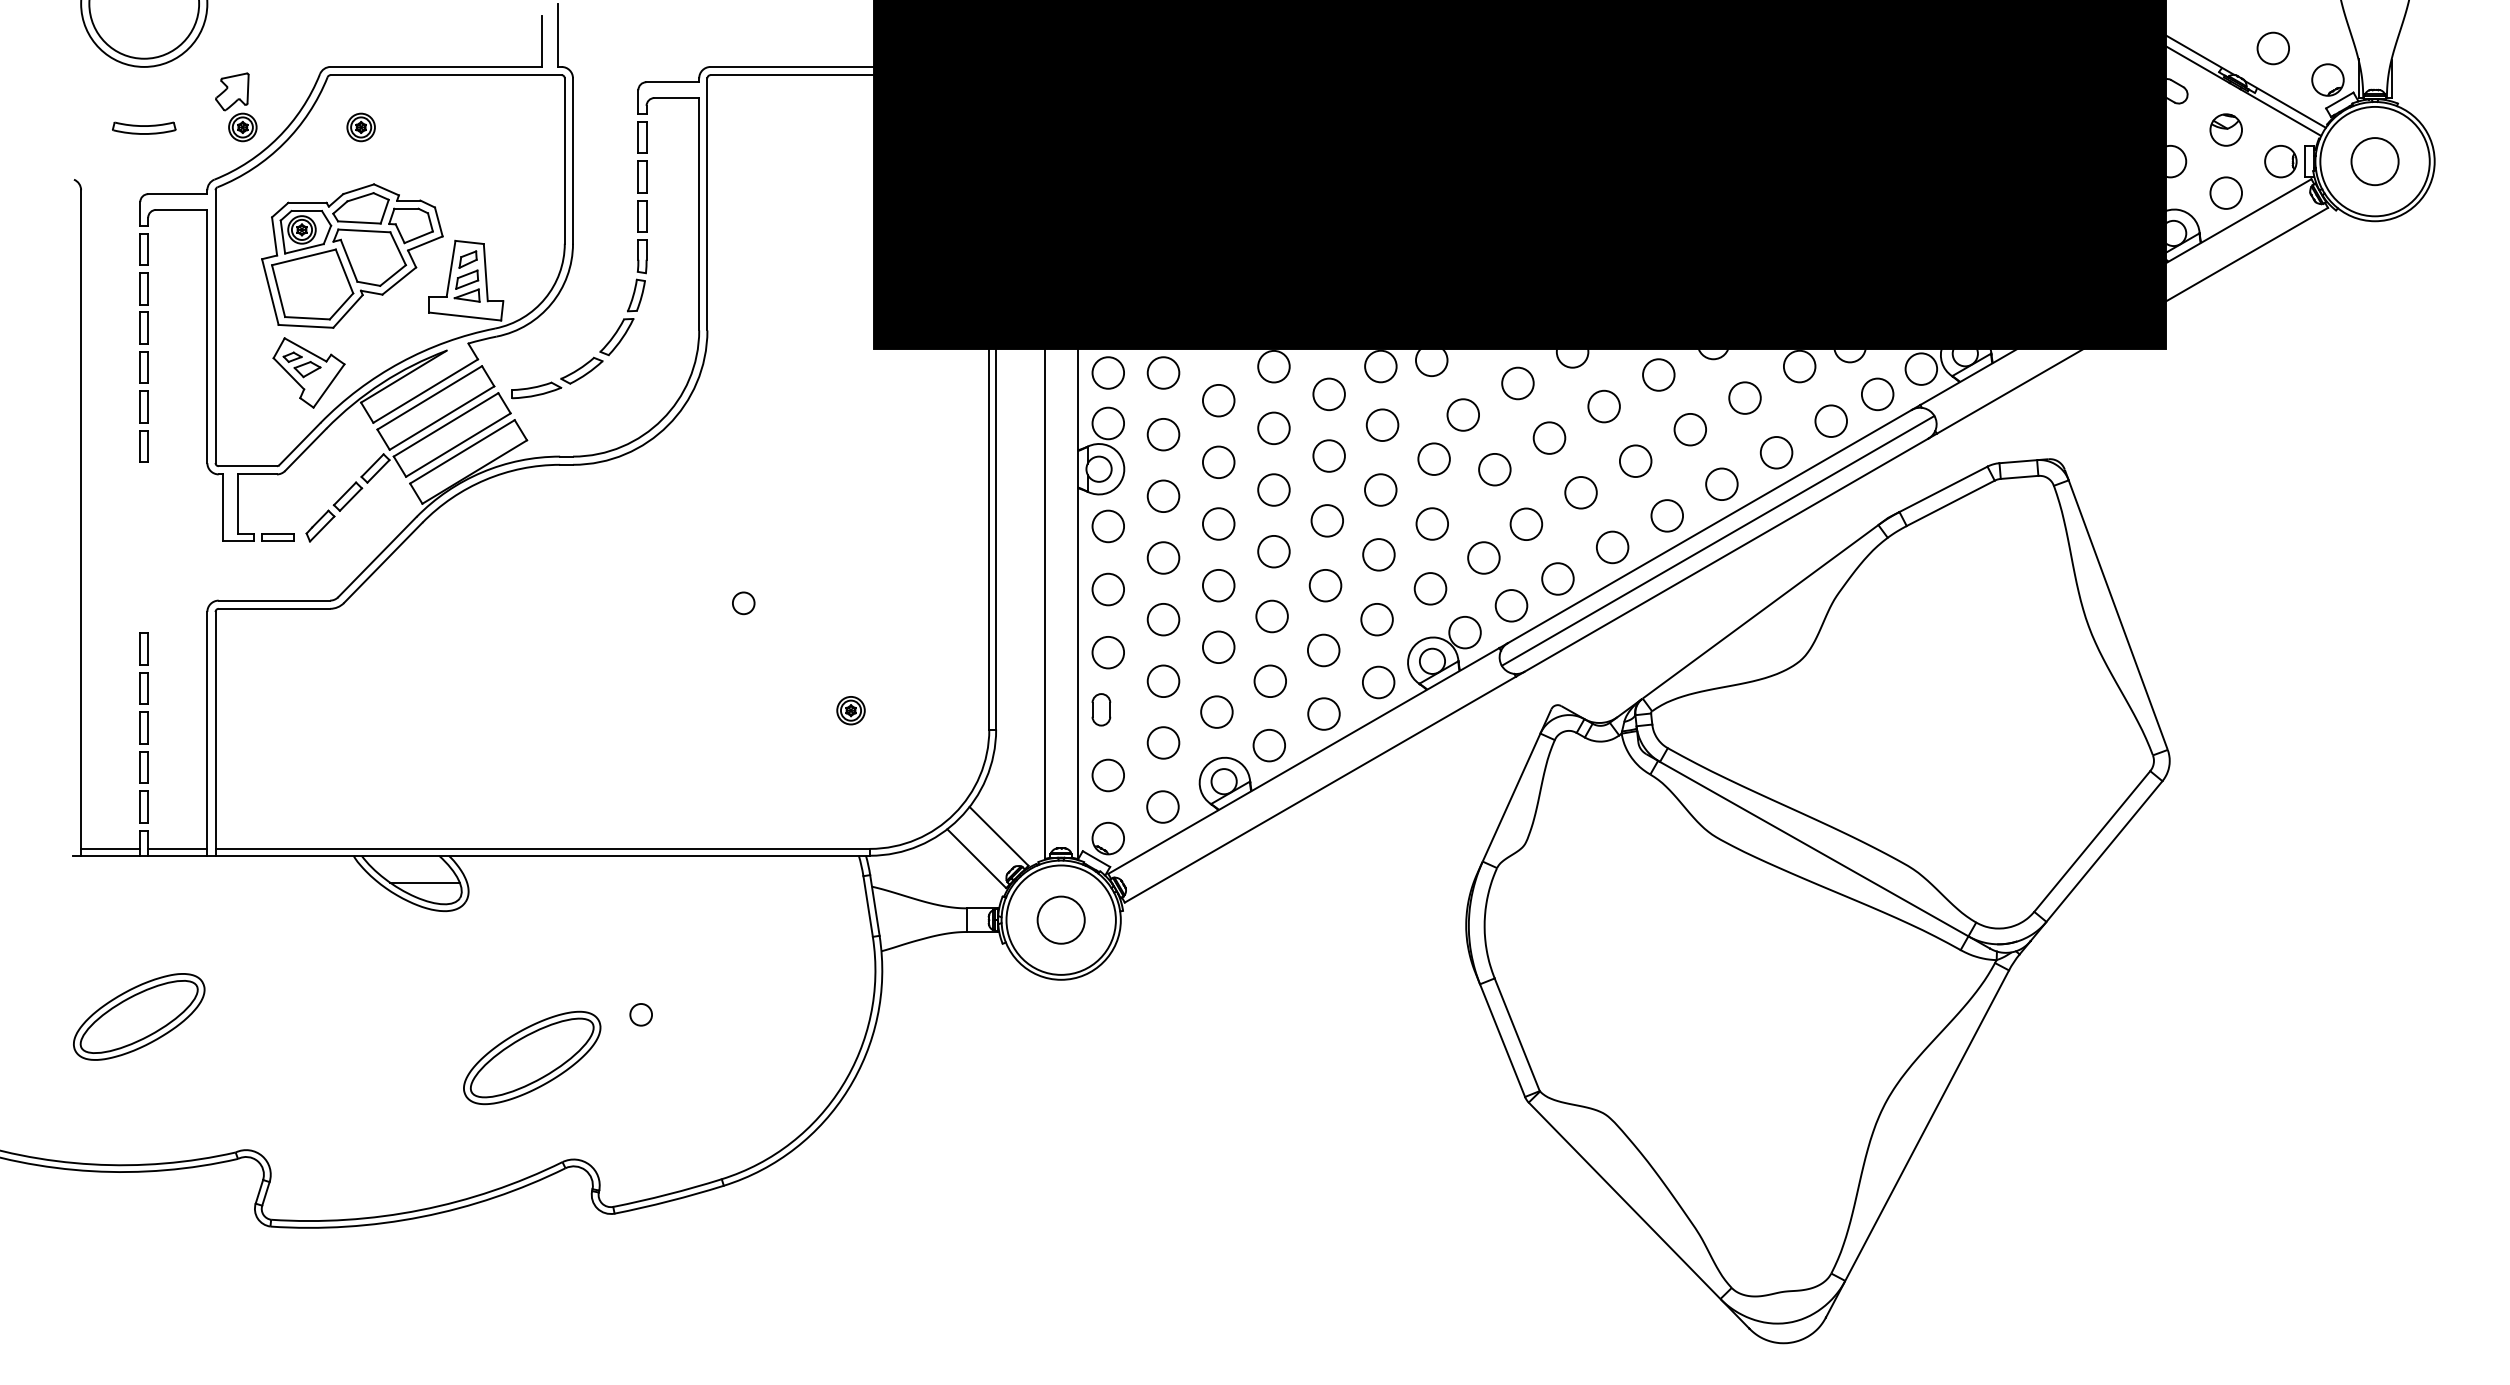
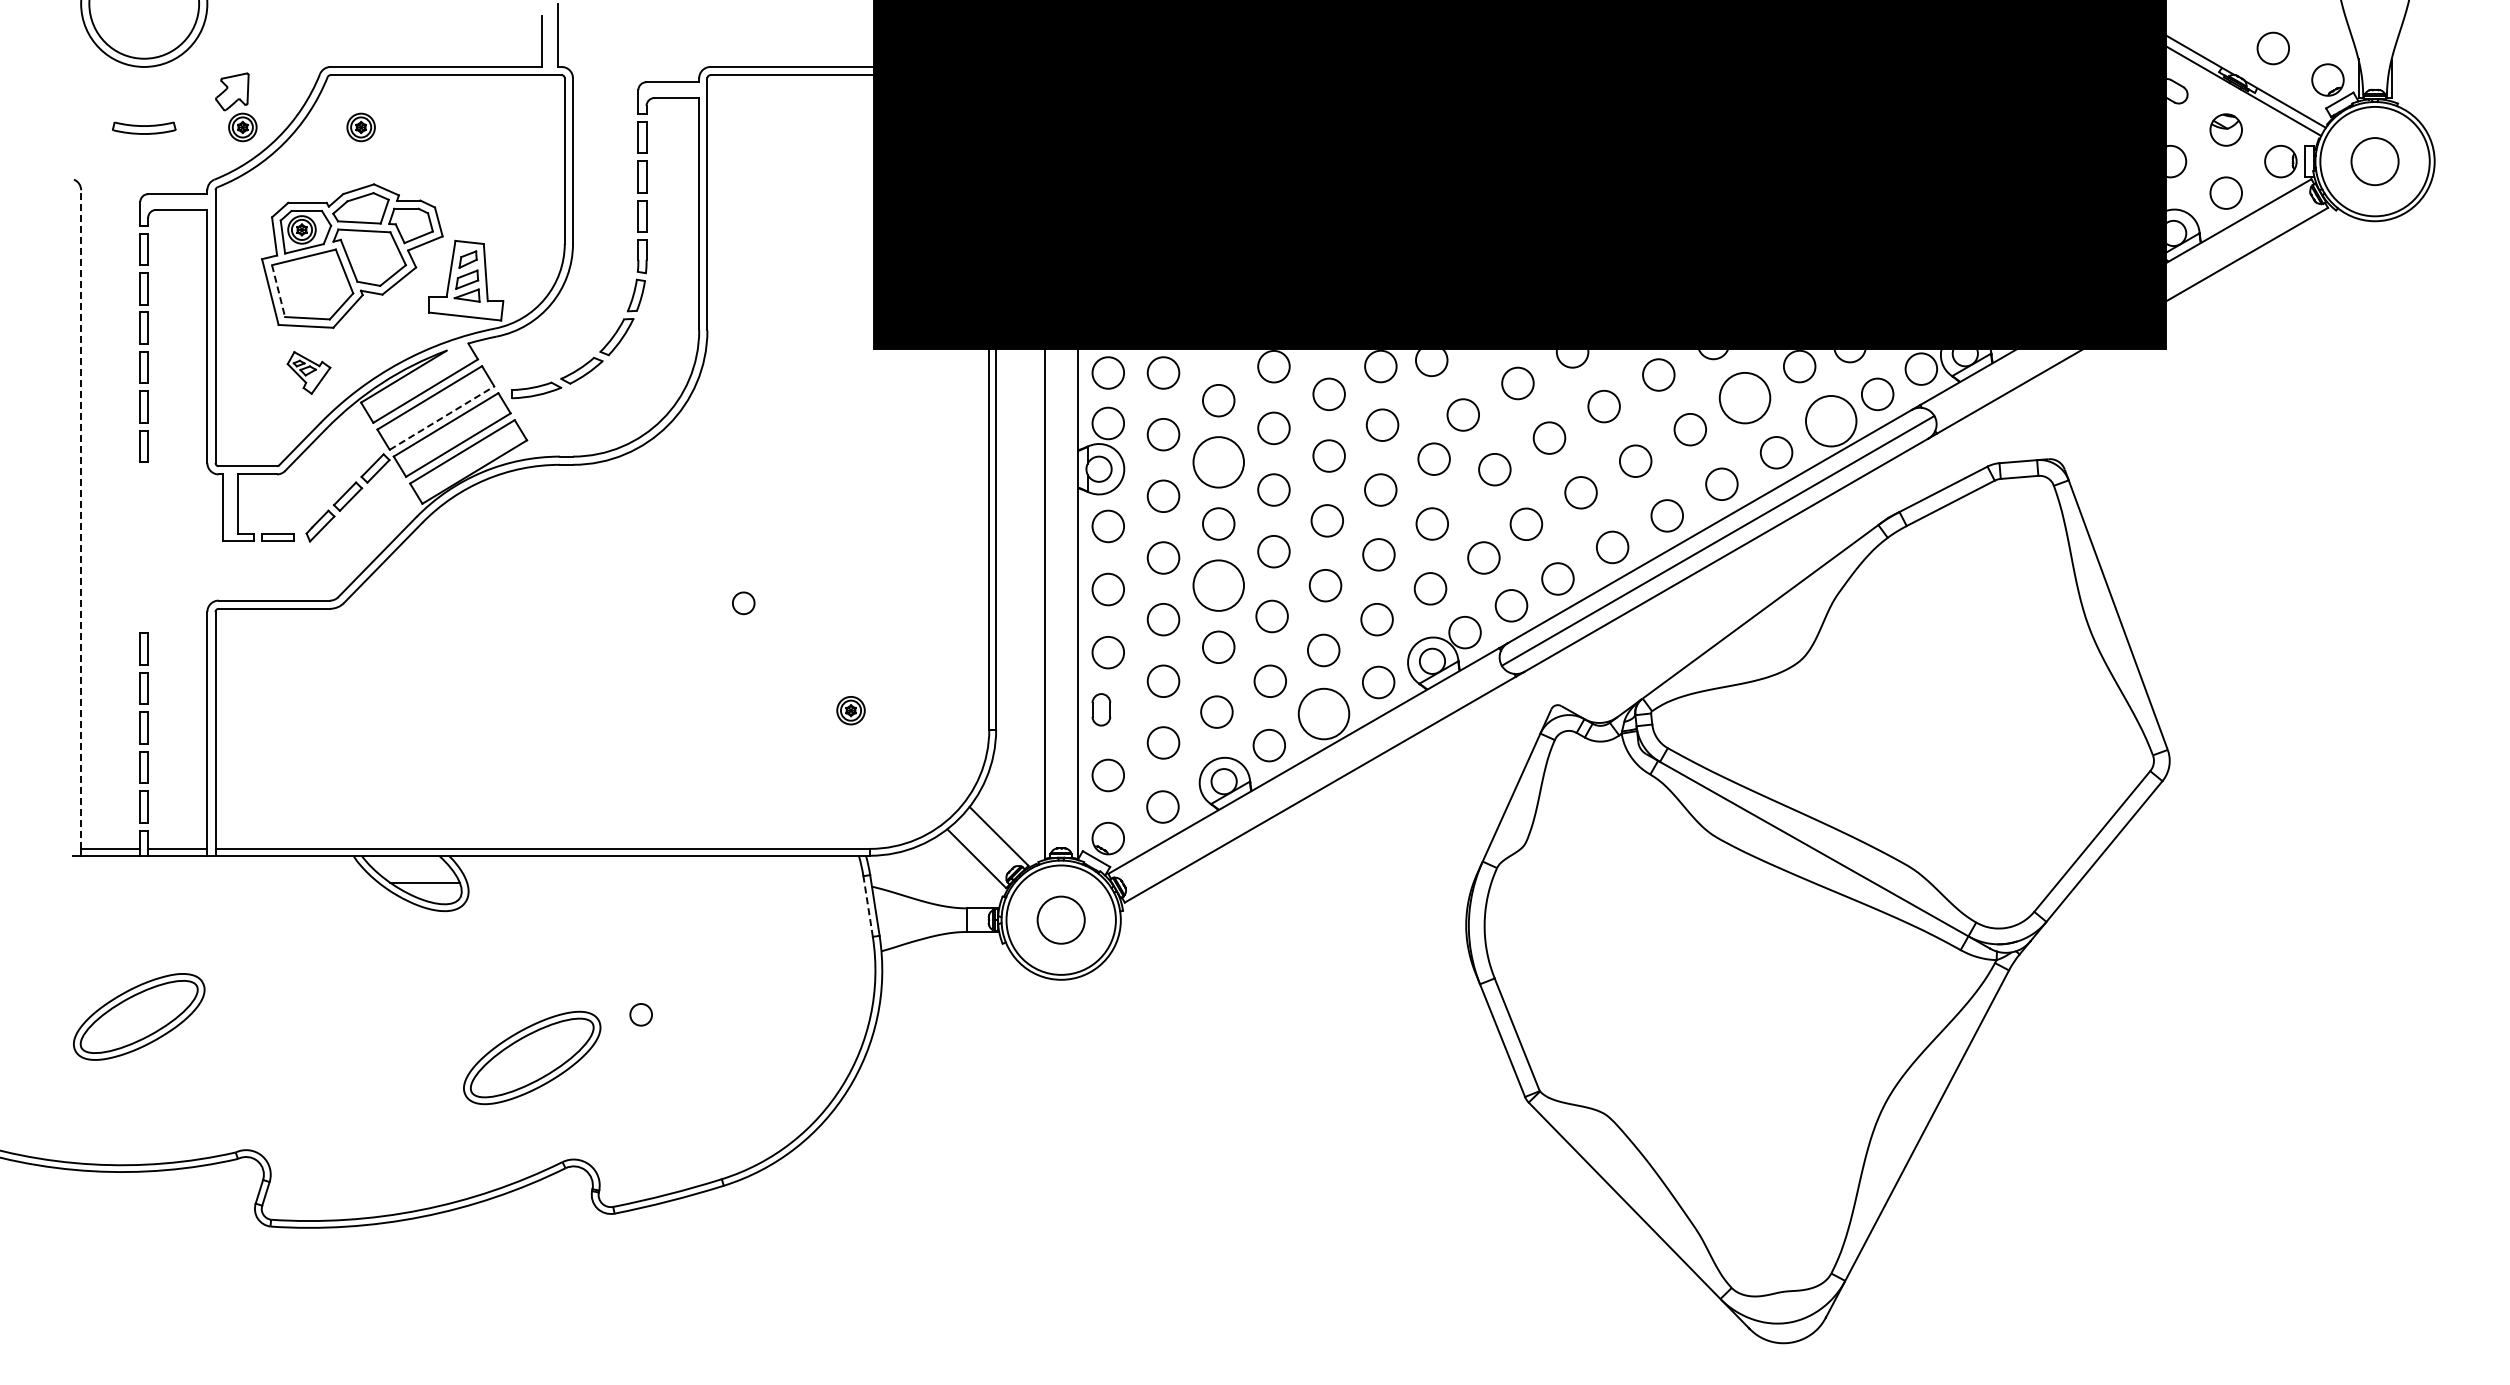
line at (278, 291): solid -> dashed
part at (308, 372) size: 74x72 px -> 46x44 px
circle at (1744, 397) diameter: 32 px -> 50 px
line at (442, 417): solid -> dashed
circle at (1831, 421) diameter: 32 px -> 50 px
circle at (1218, 462) diameter: 32 px -> 50 px
line at (81, 519): solid -> dashed
circle at (1218, 585) diameter: 32 px -> 50 px
circle at (1323, 713) diameter: 32 px -> 50 px
line at (868, 906): solid -> dashed
